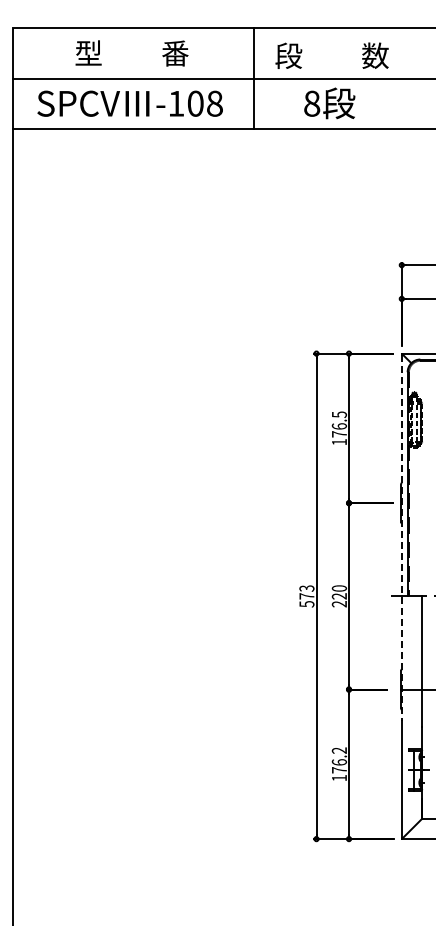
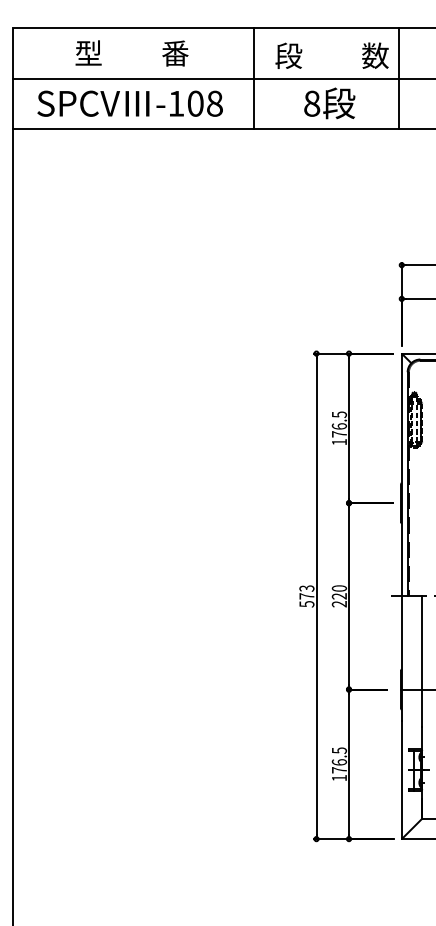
line at (398, 78): none -> present
line at (401, 538): dashed -> solid
text at (339, 750): 176.2 -> 176.5
